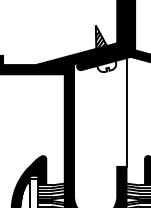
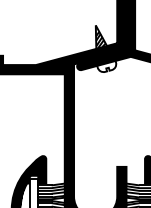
line at (126, 112): present -> none
